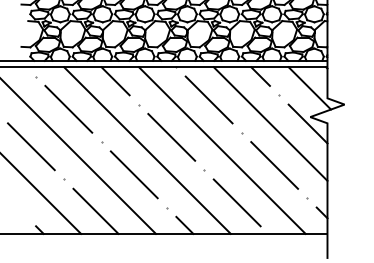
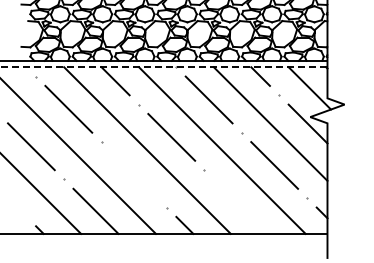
line at (163, 67): solid -> dashed
line at (133, 174): present -> none
line at (236, 202): present -> none
